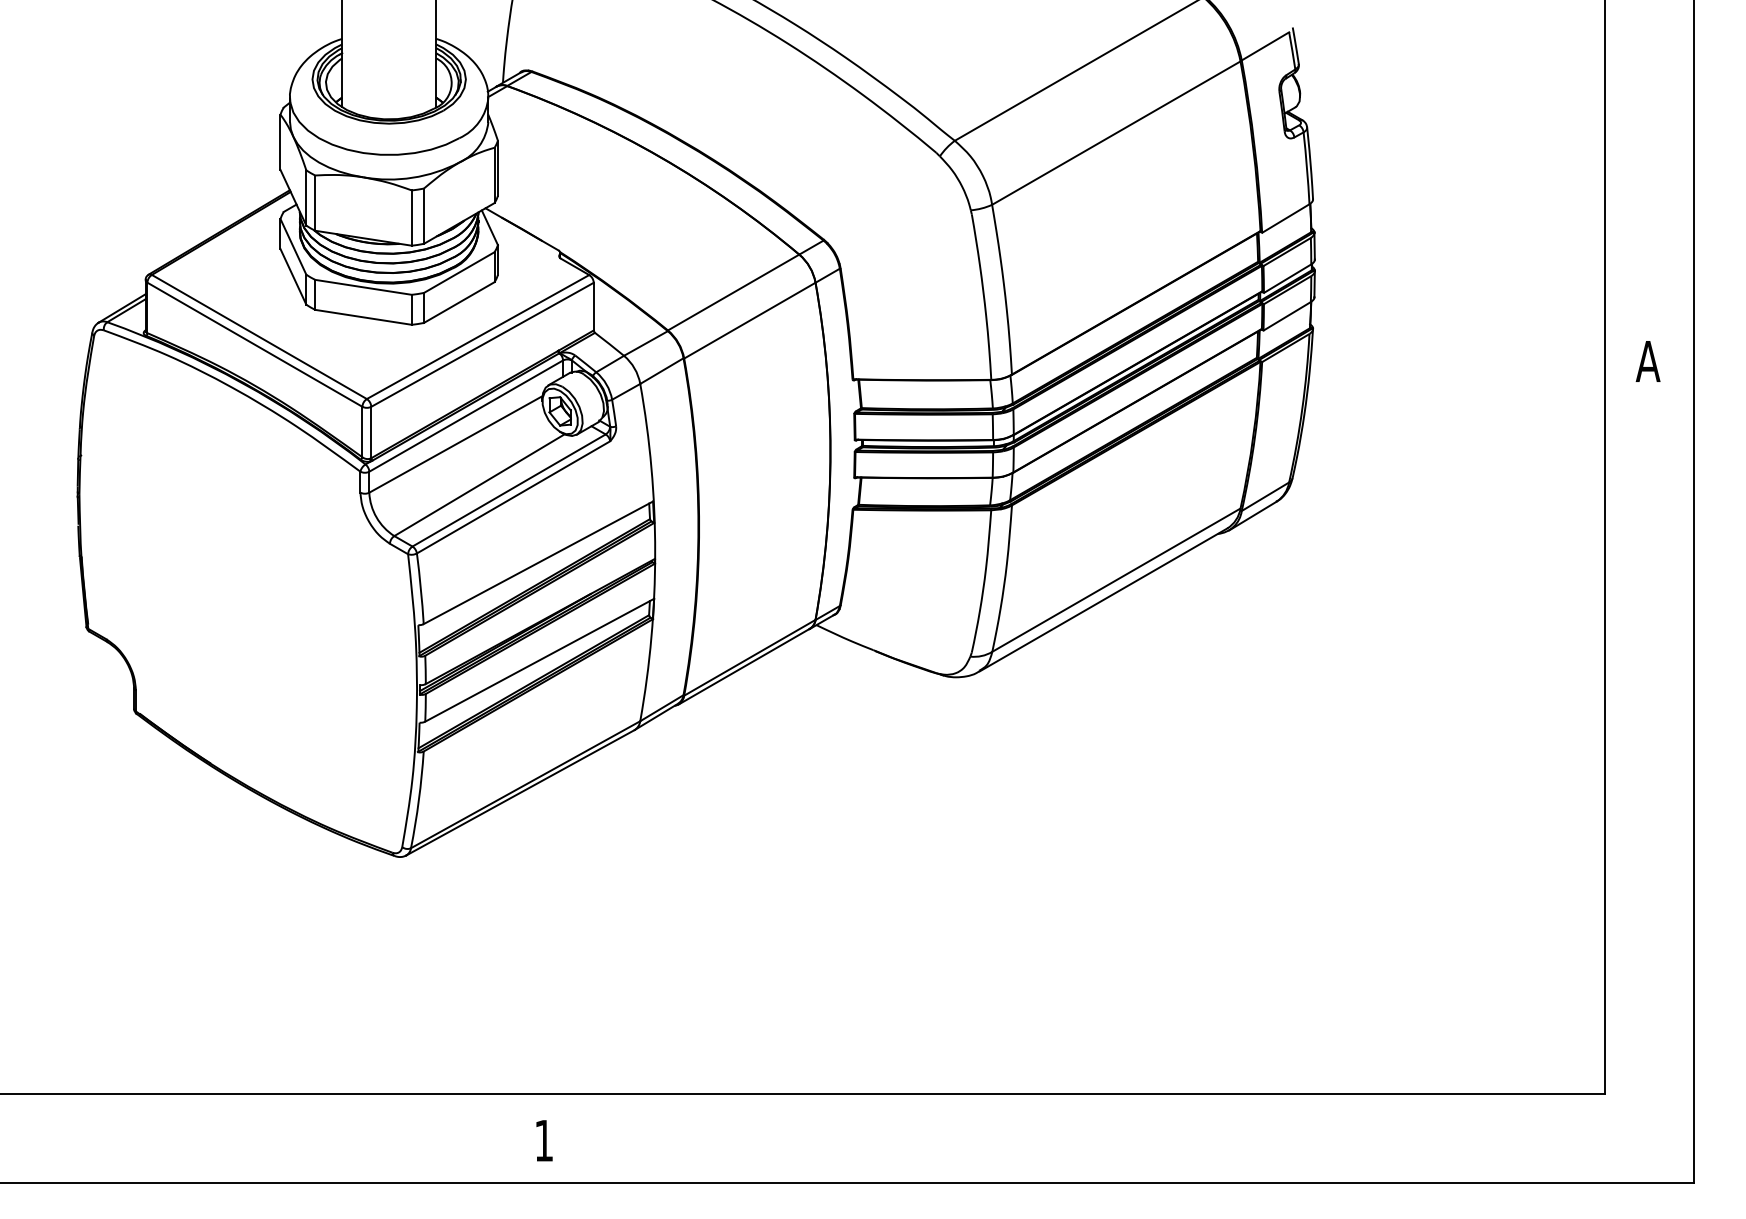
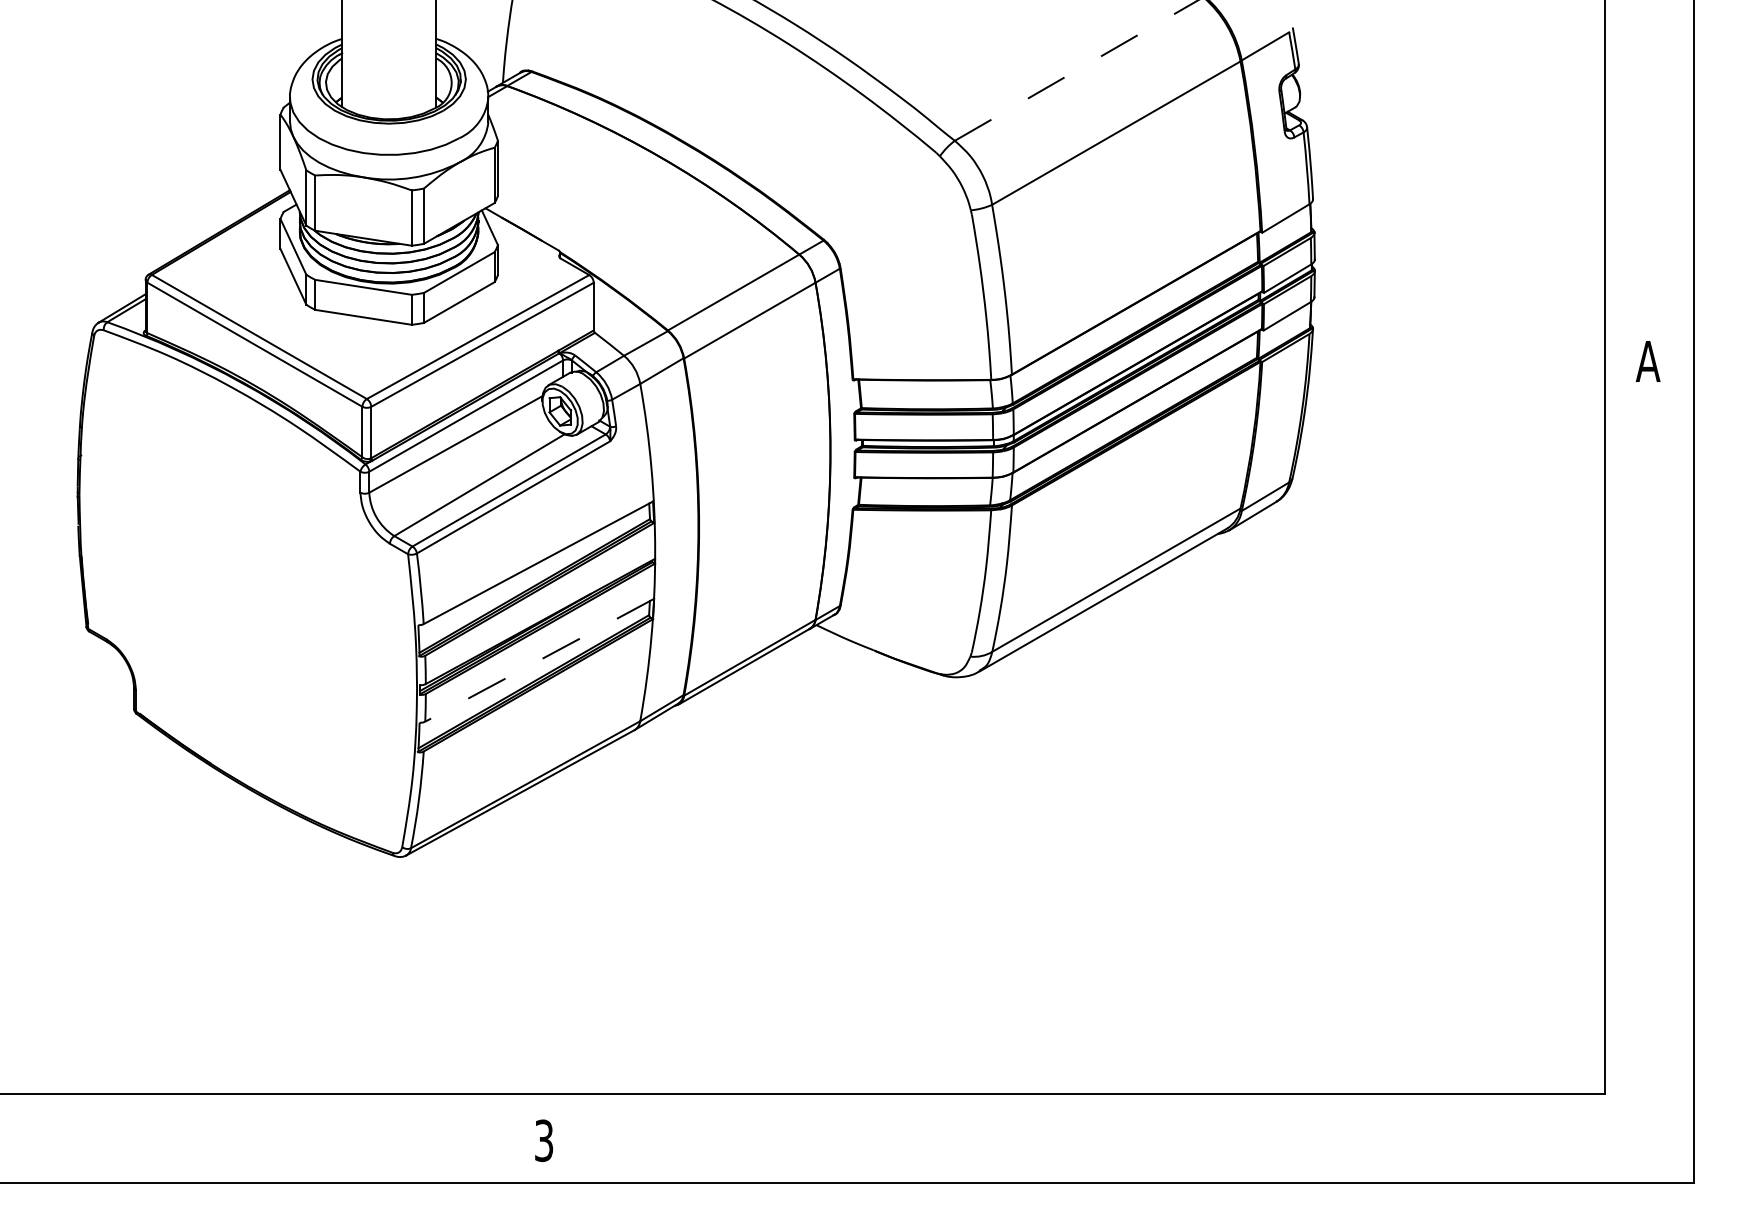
line at (1076, 70): solid -> dashed
line at (539, 660): solid -> dashed
text at (544, 1140): 1 -> 3
